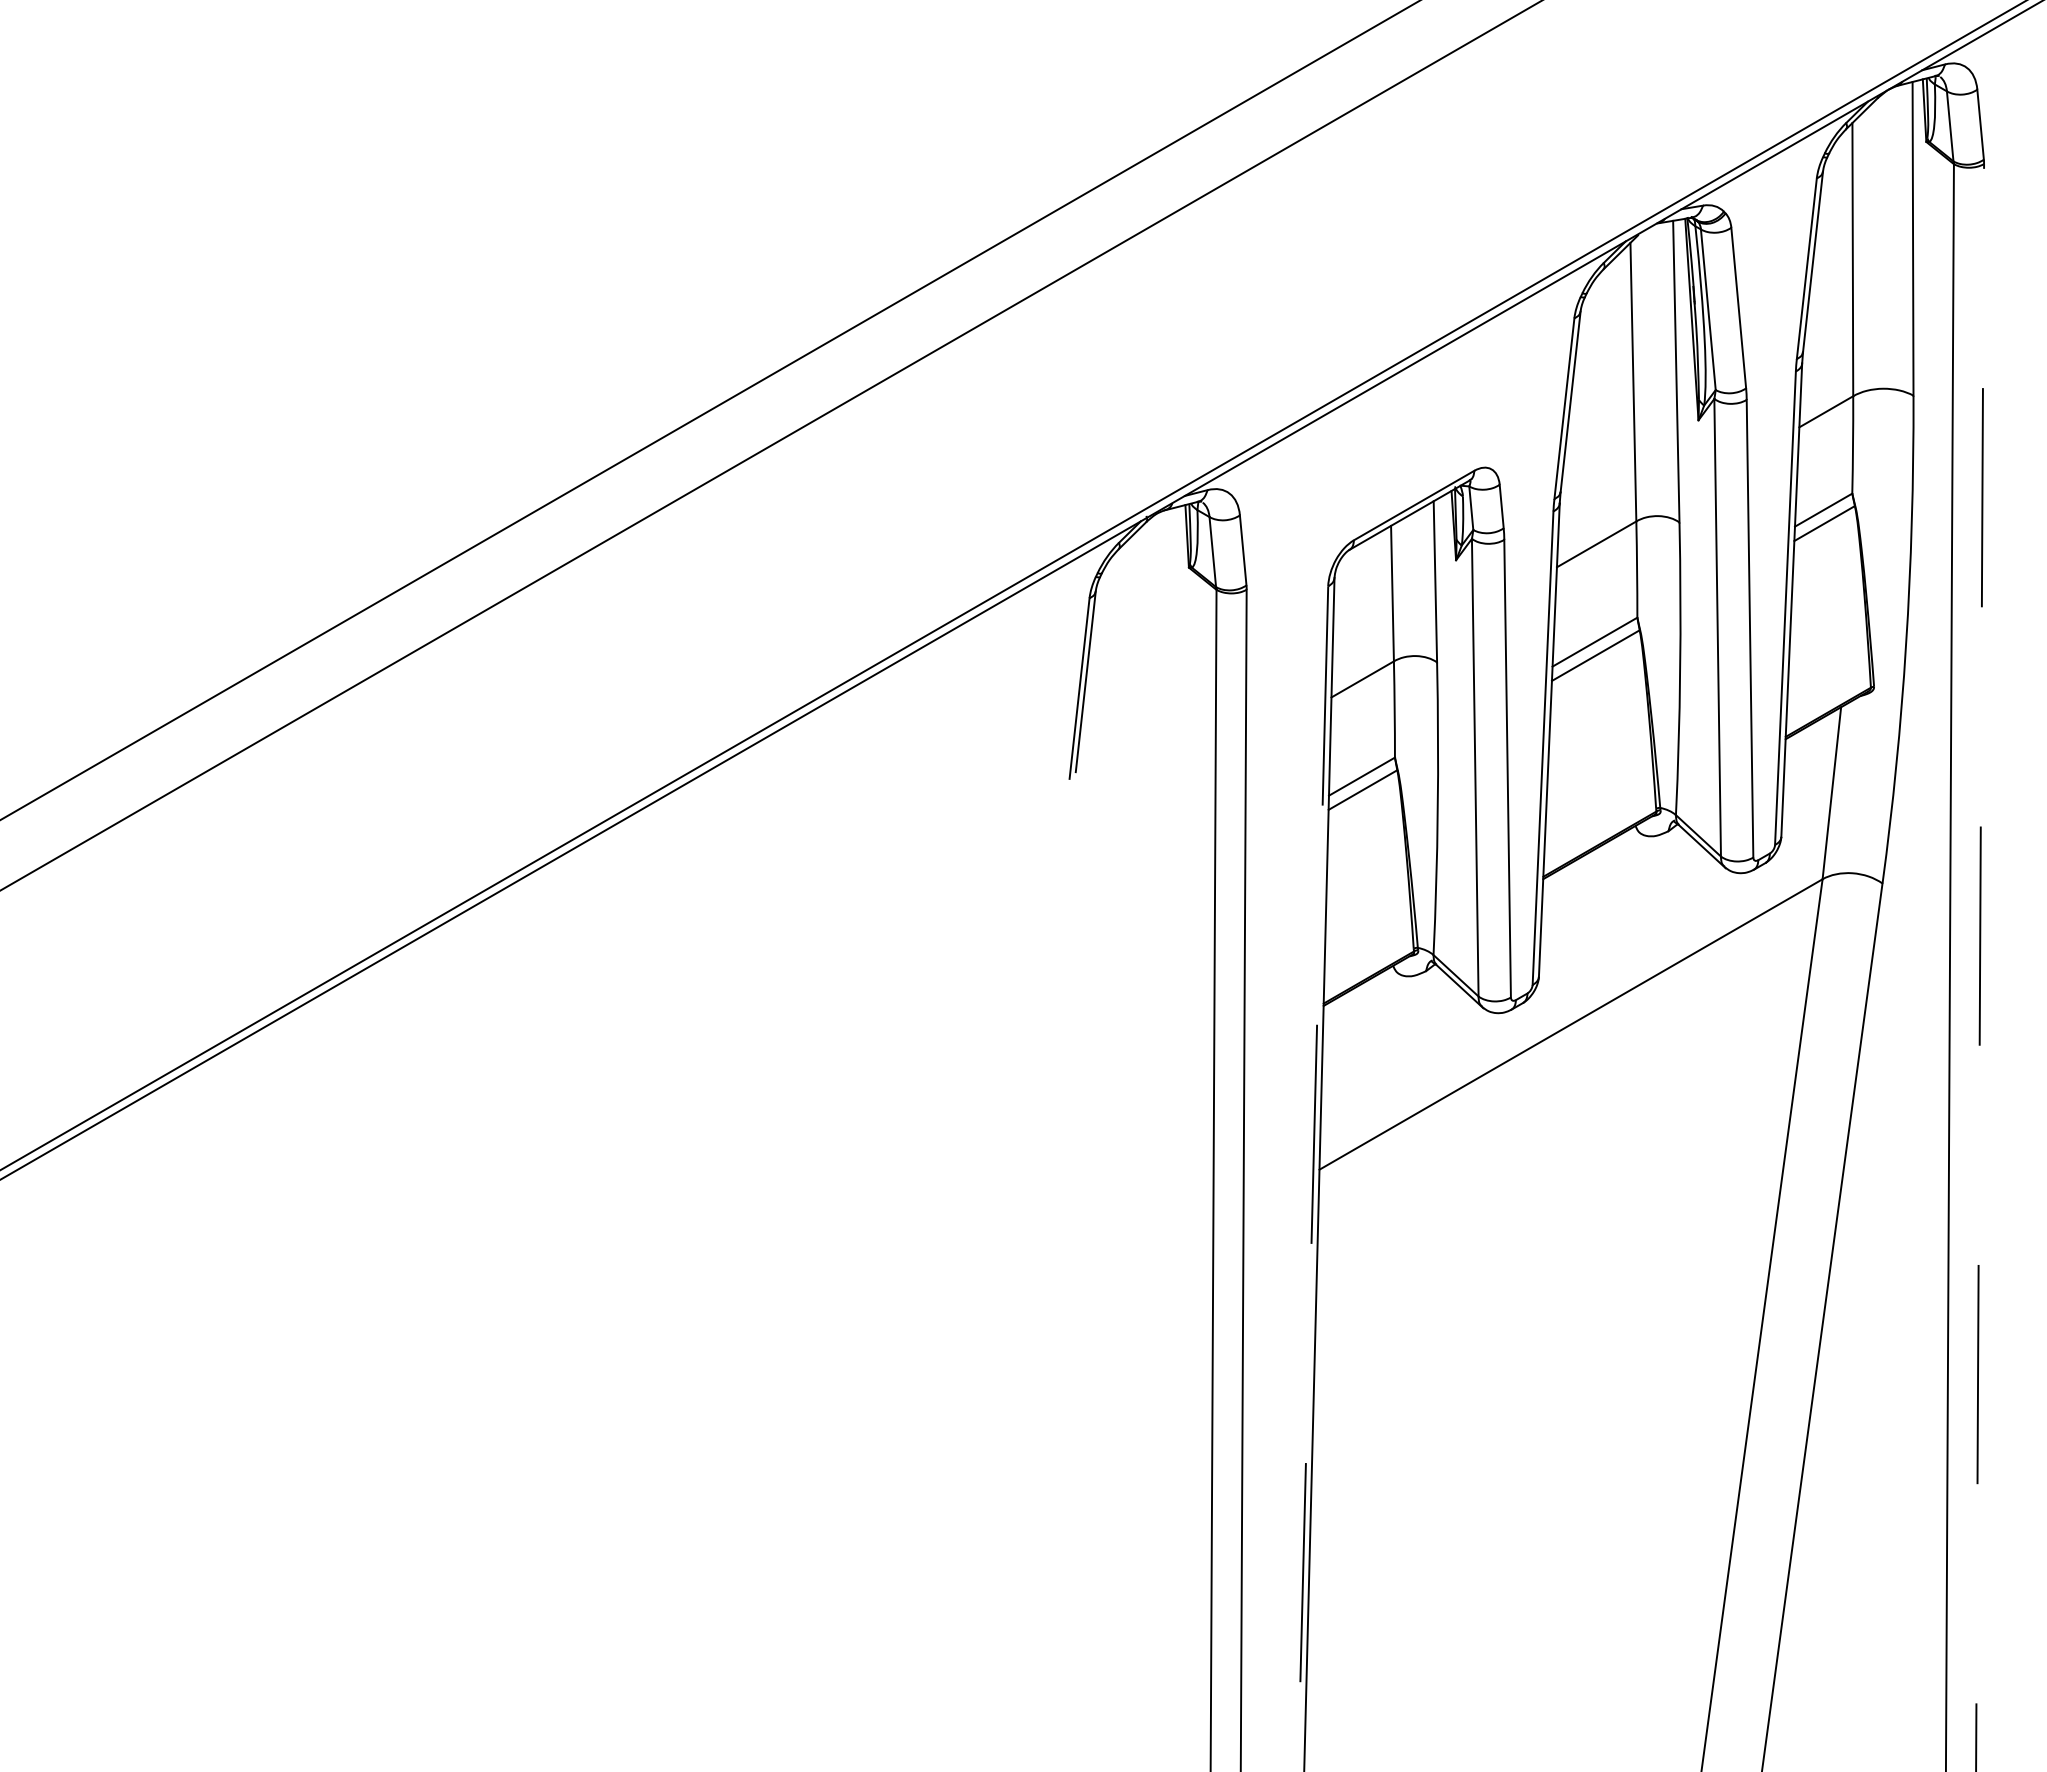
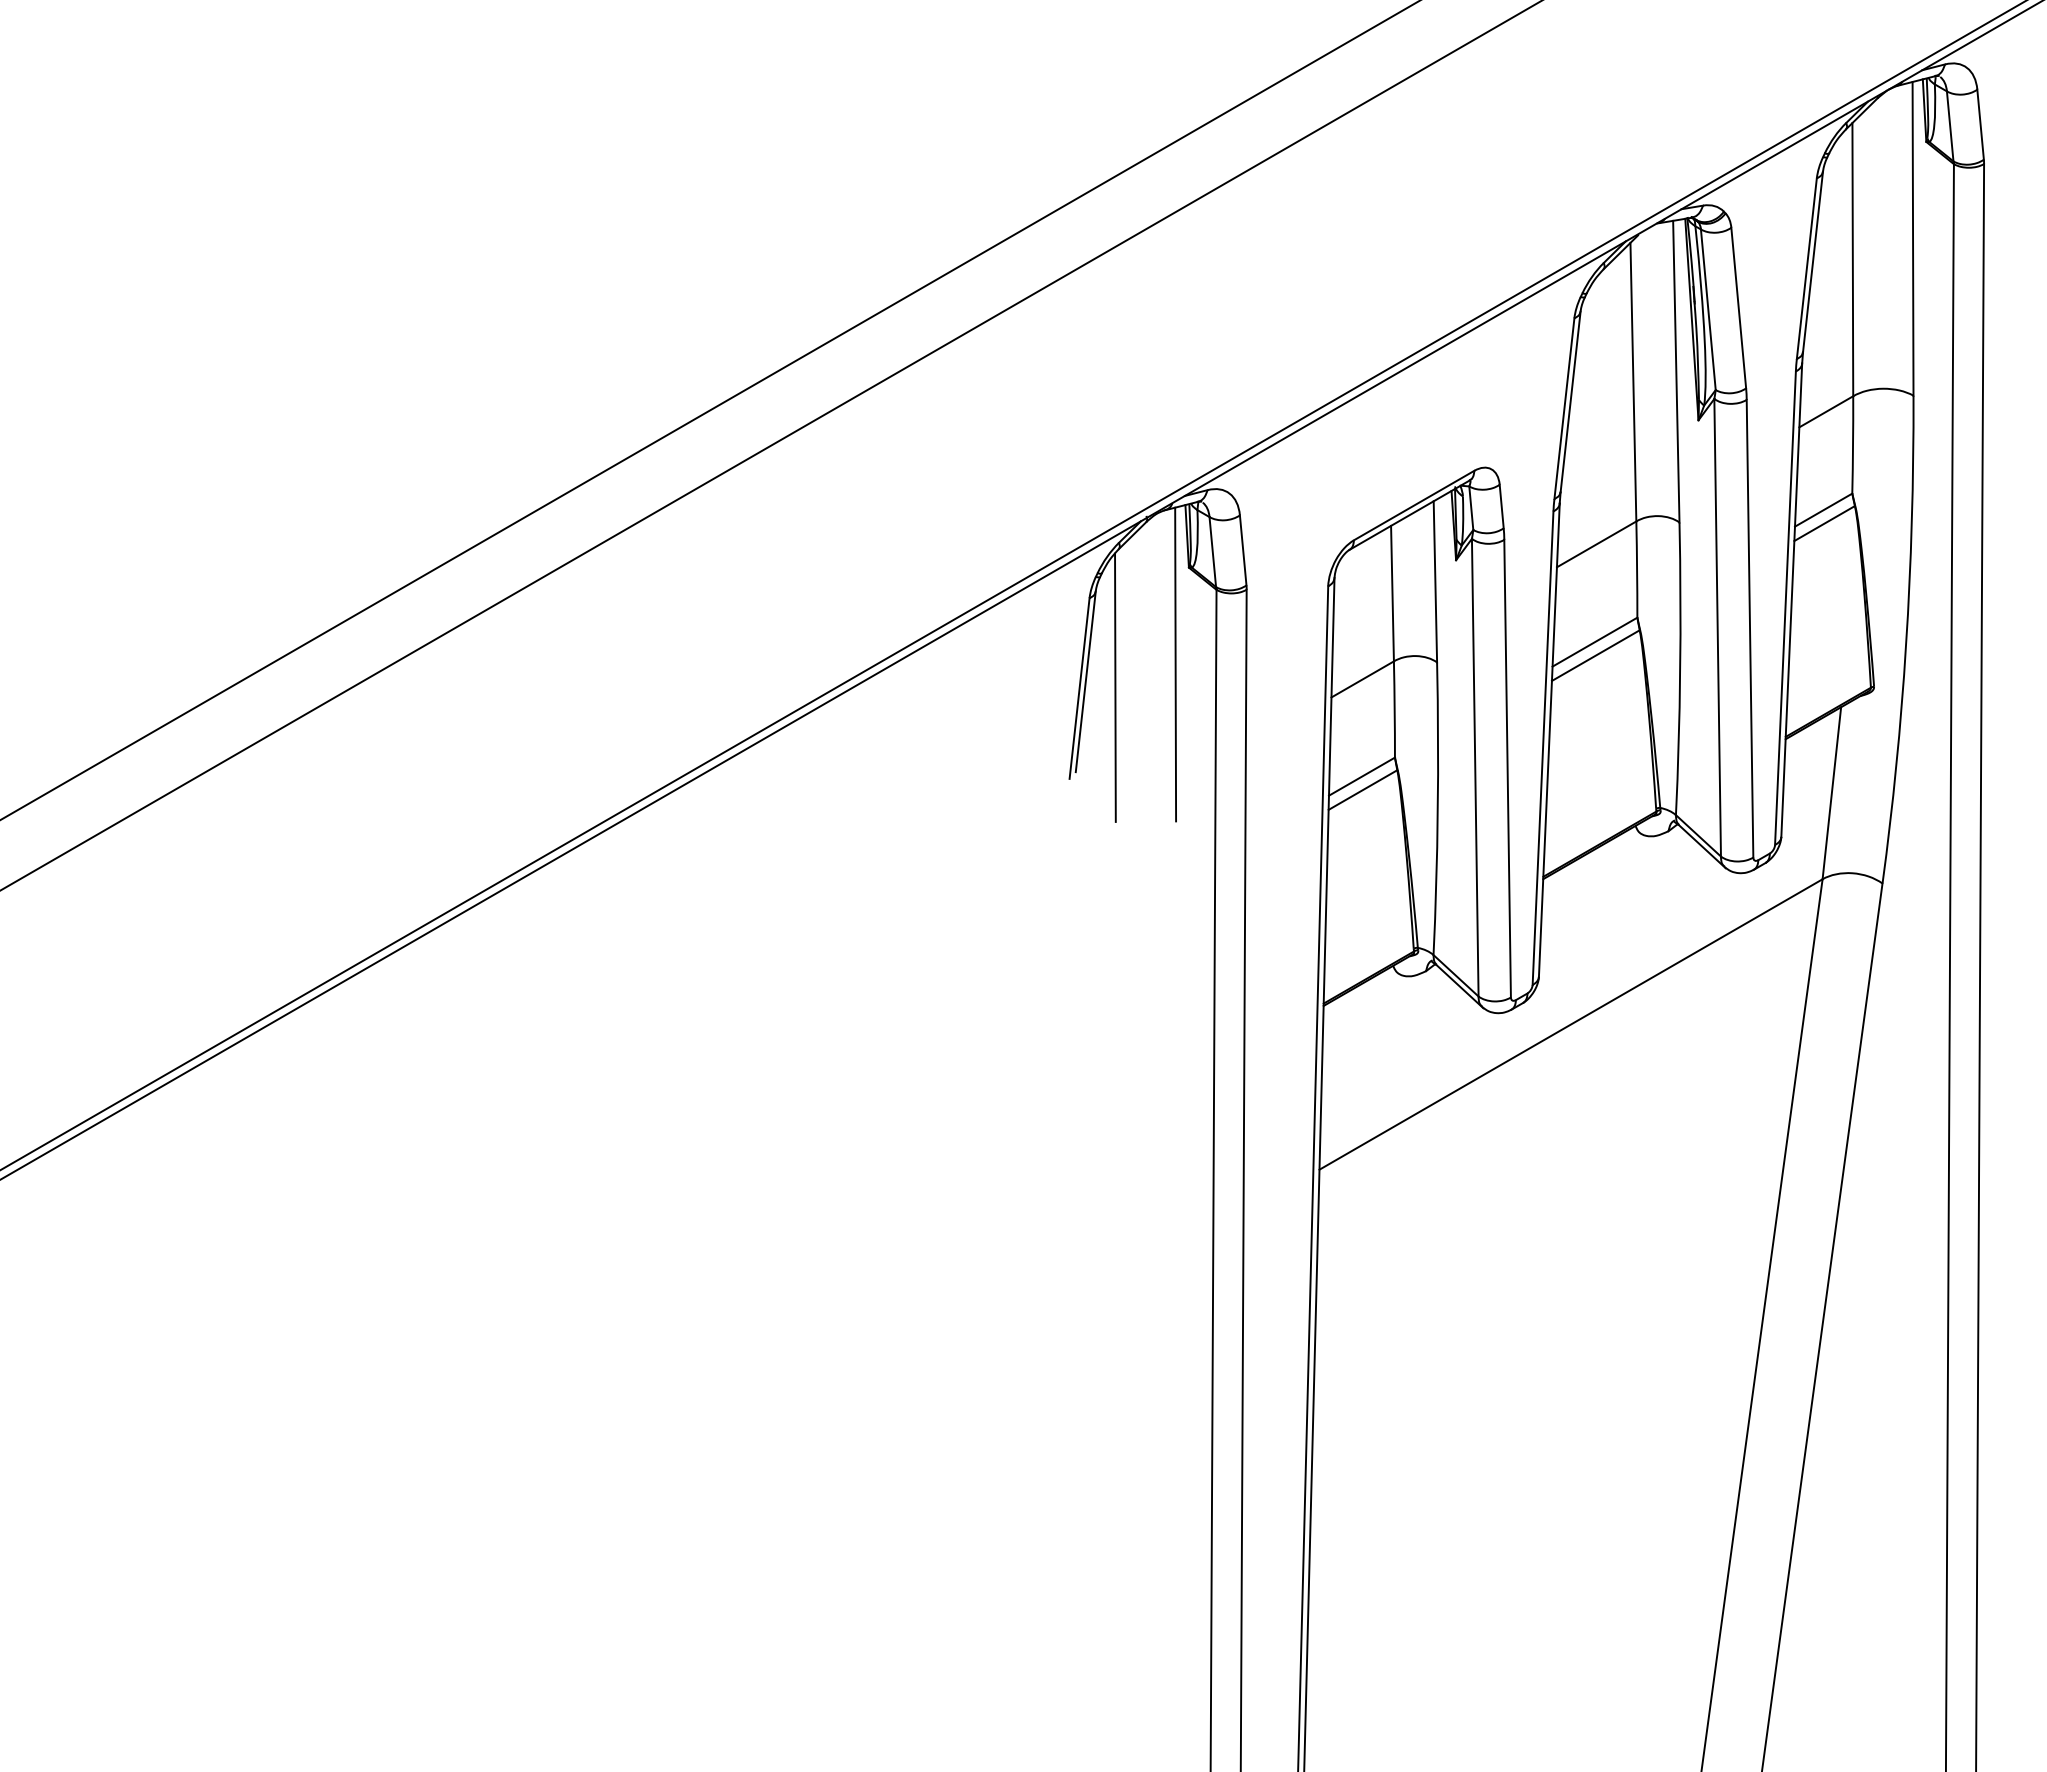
line at (1175, 664): none -> present
line at (1115, 687): none -> present
line at (1980, 967): dashed -> solid
line at (1313, 1179): dashed -> solid
